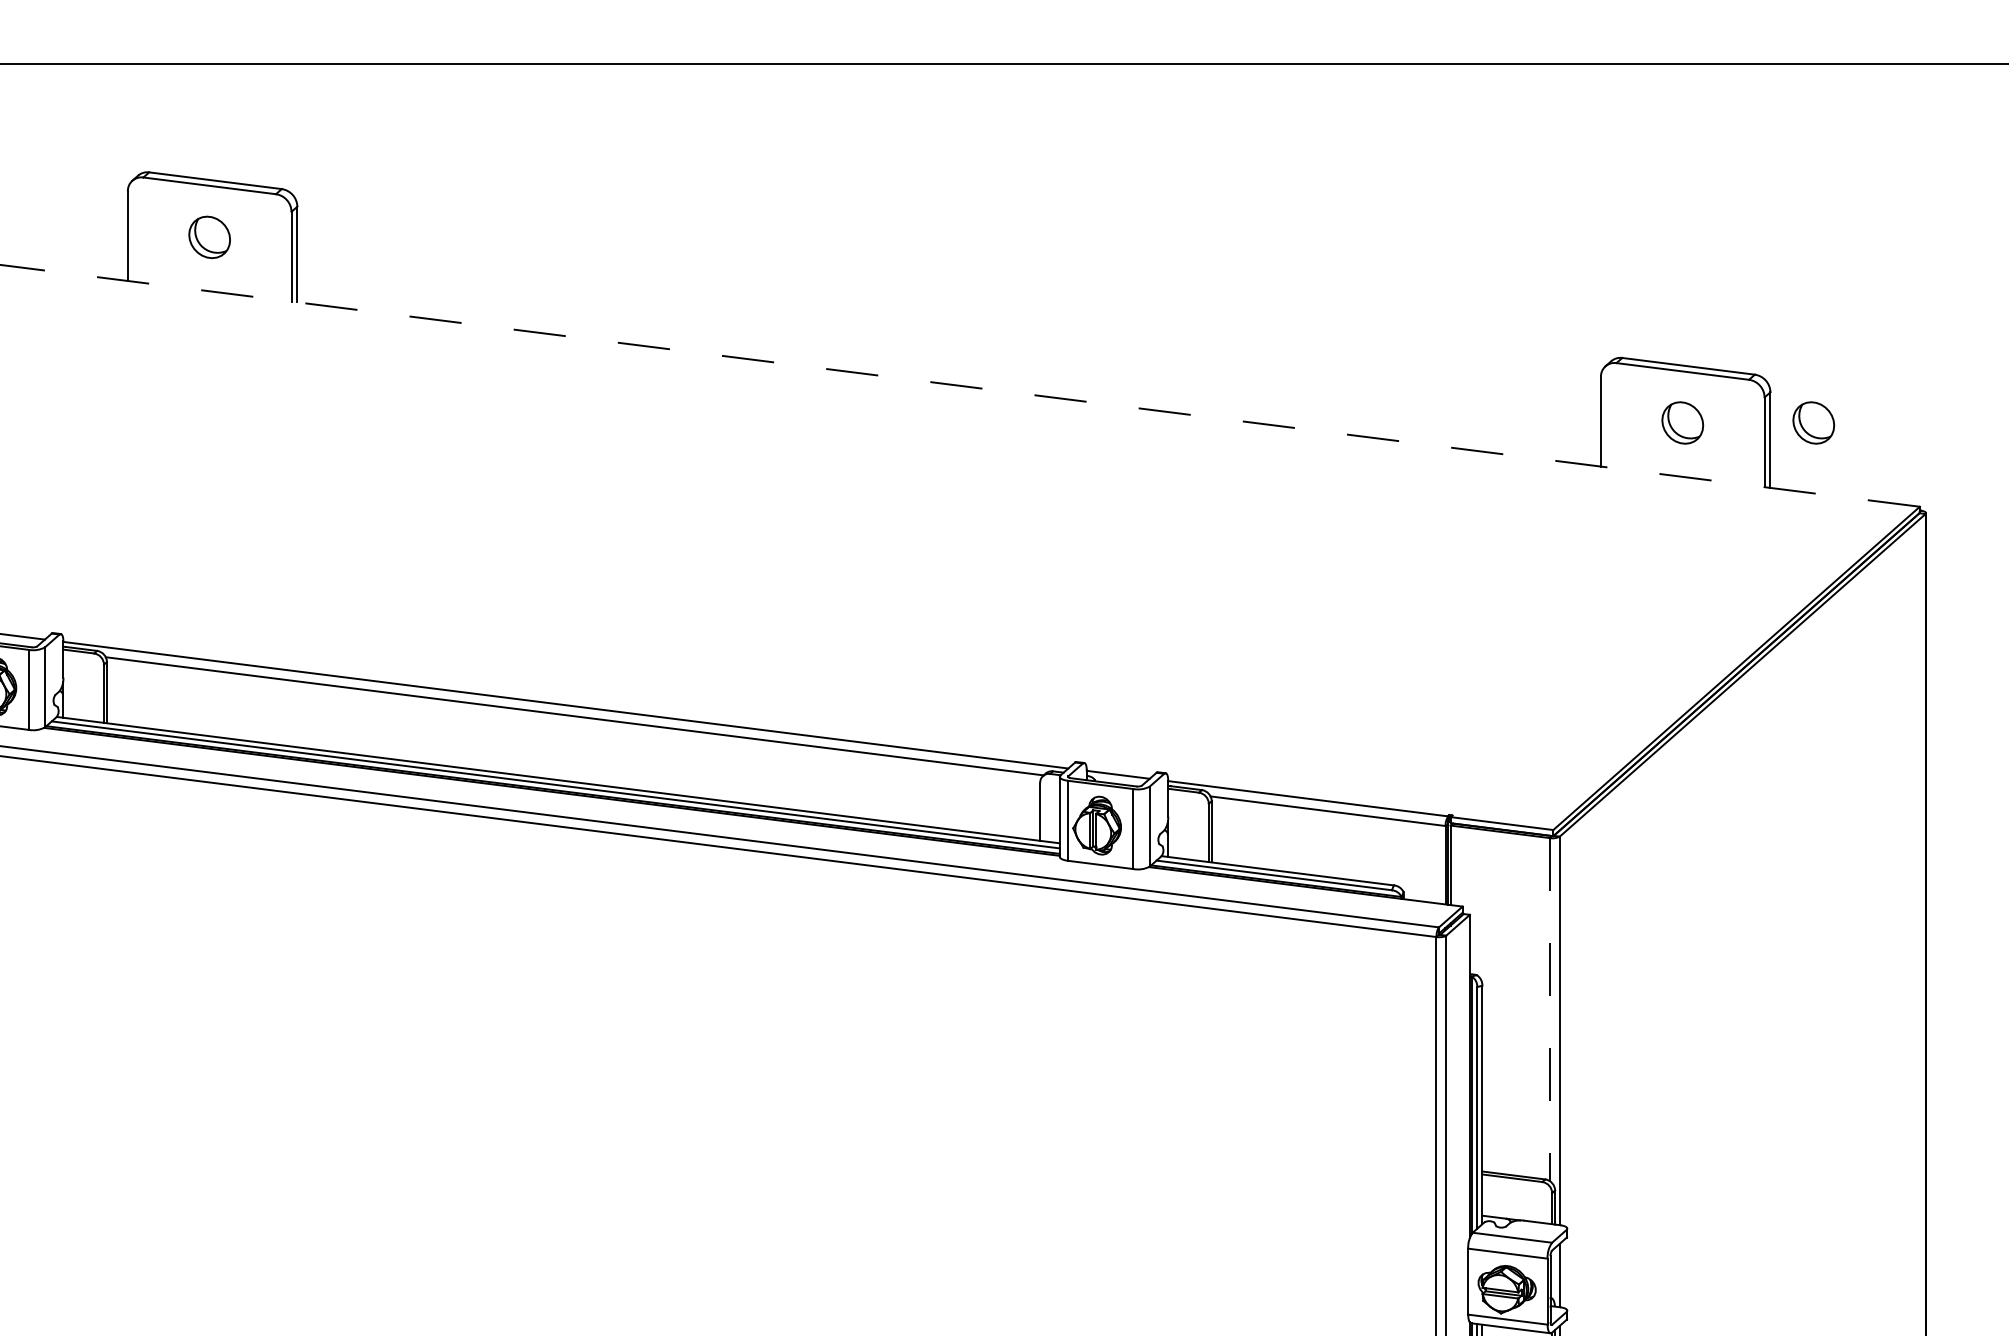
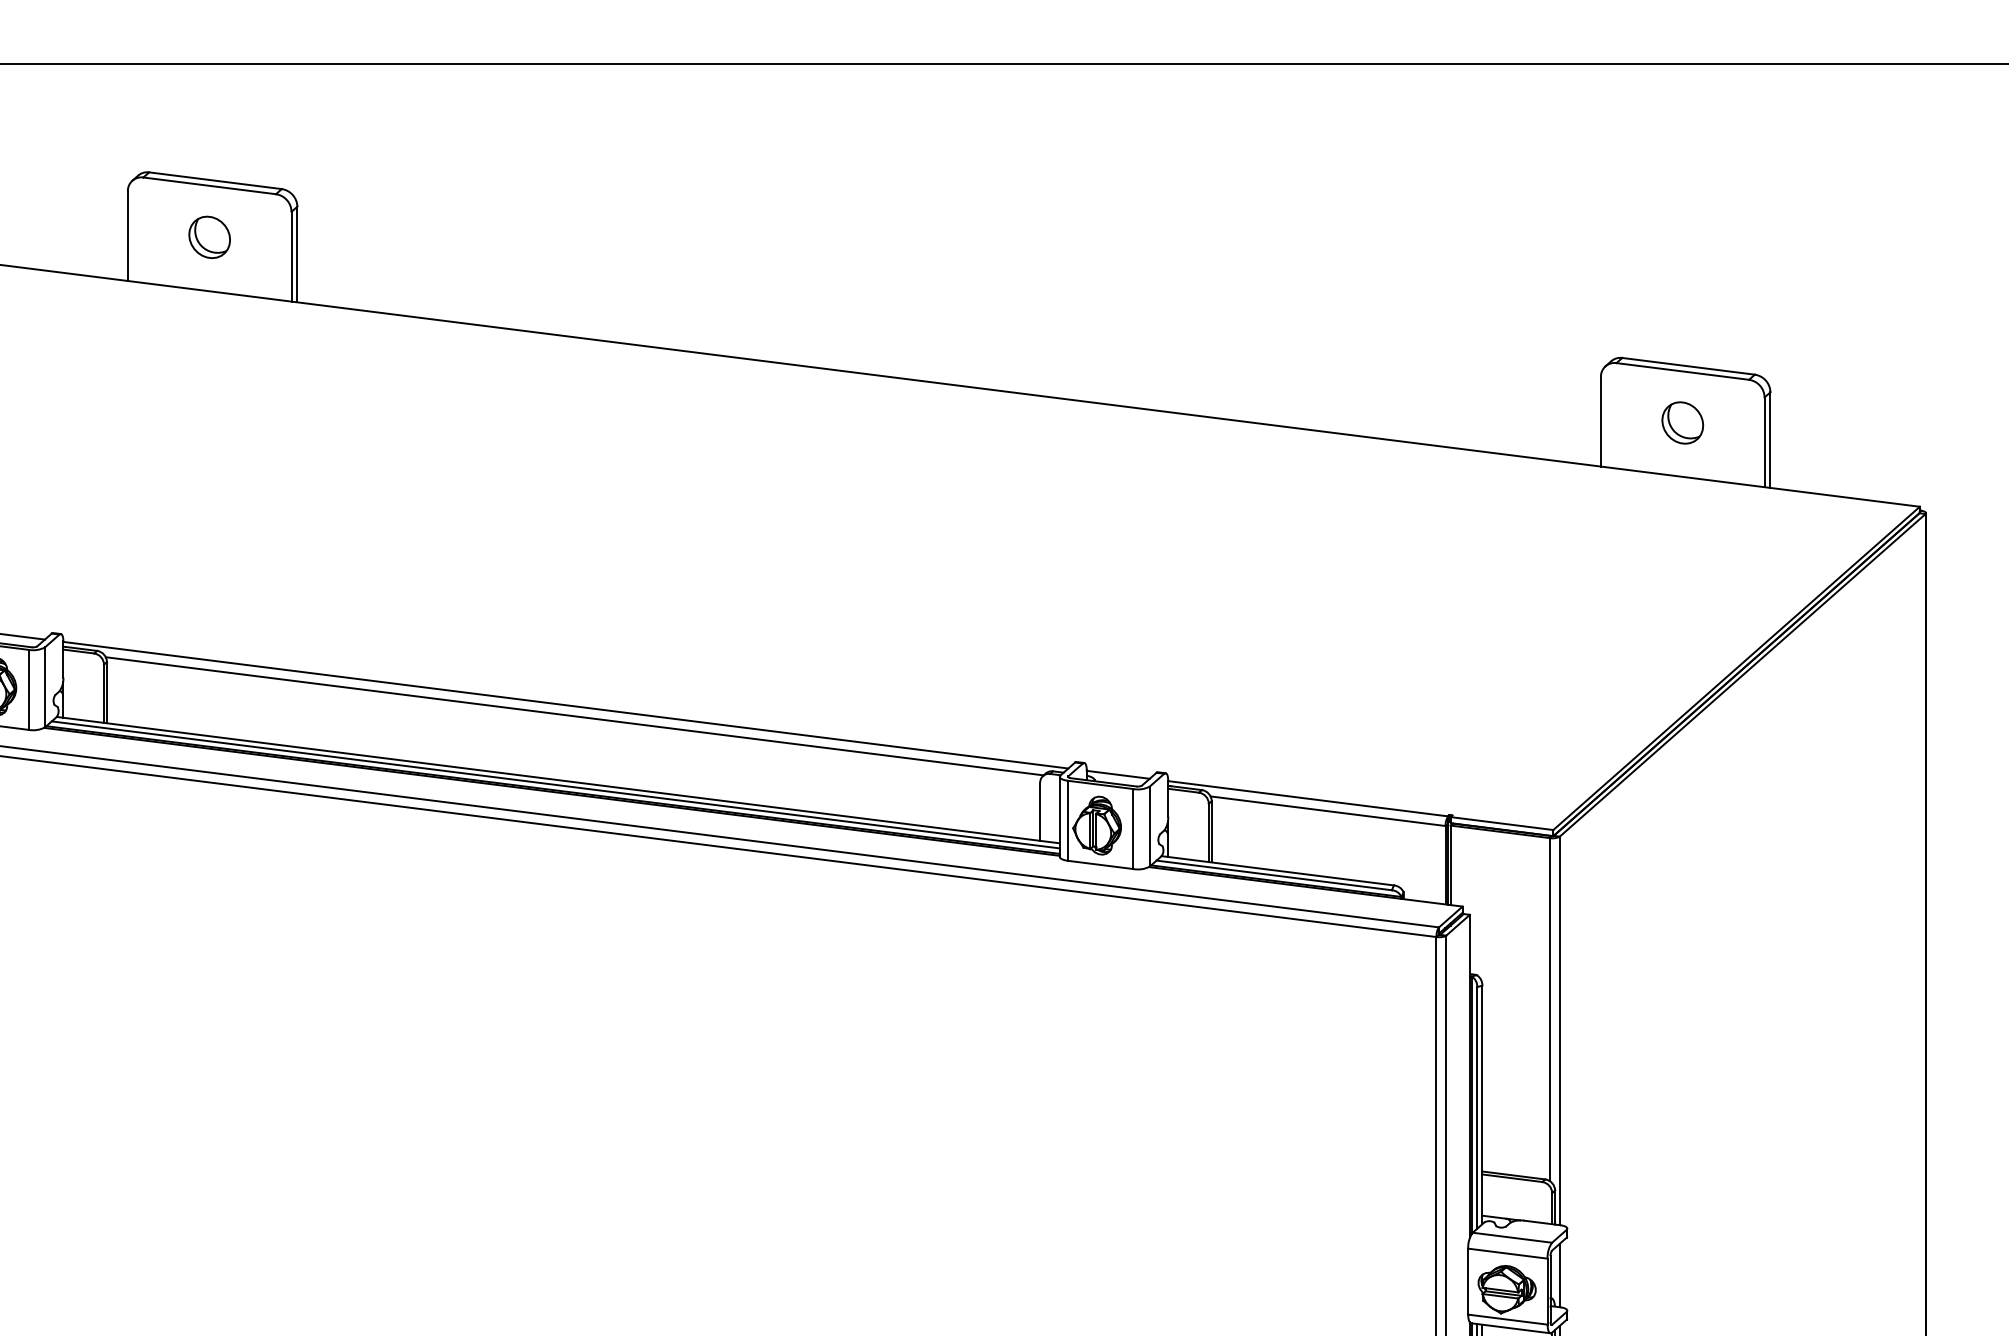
line at (959, 385): dashed -> solid
part at (1813, 422): present -> none
line at (1549, 1009): dashed -> solid
